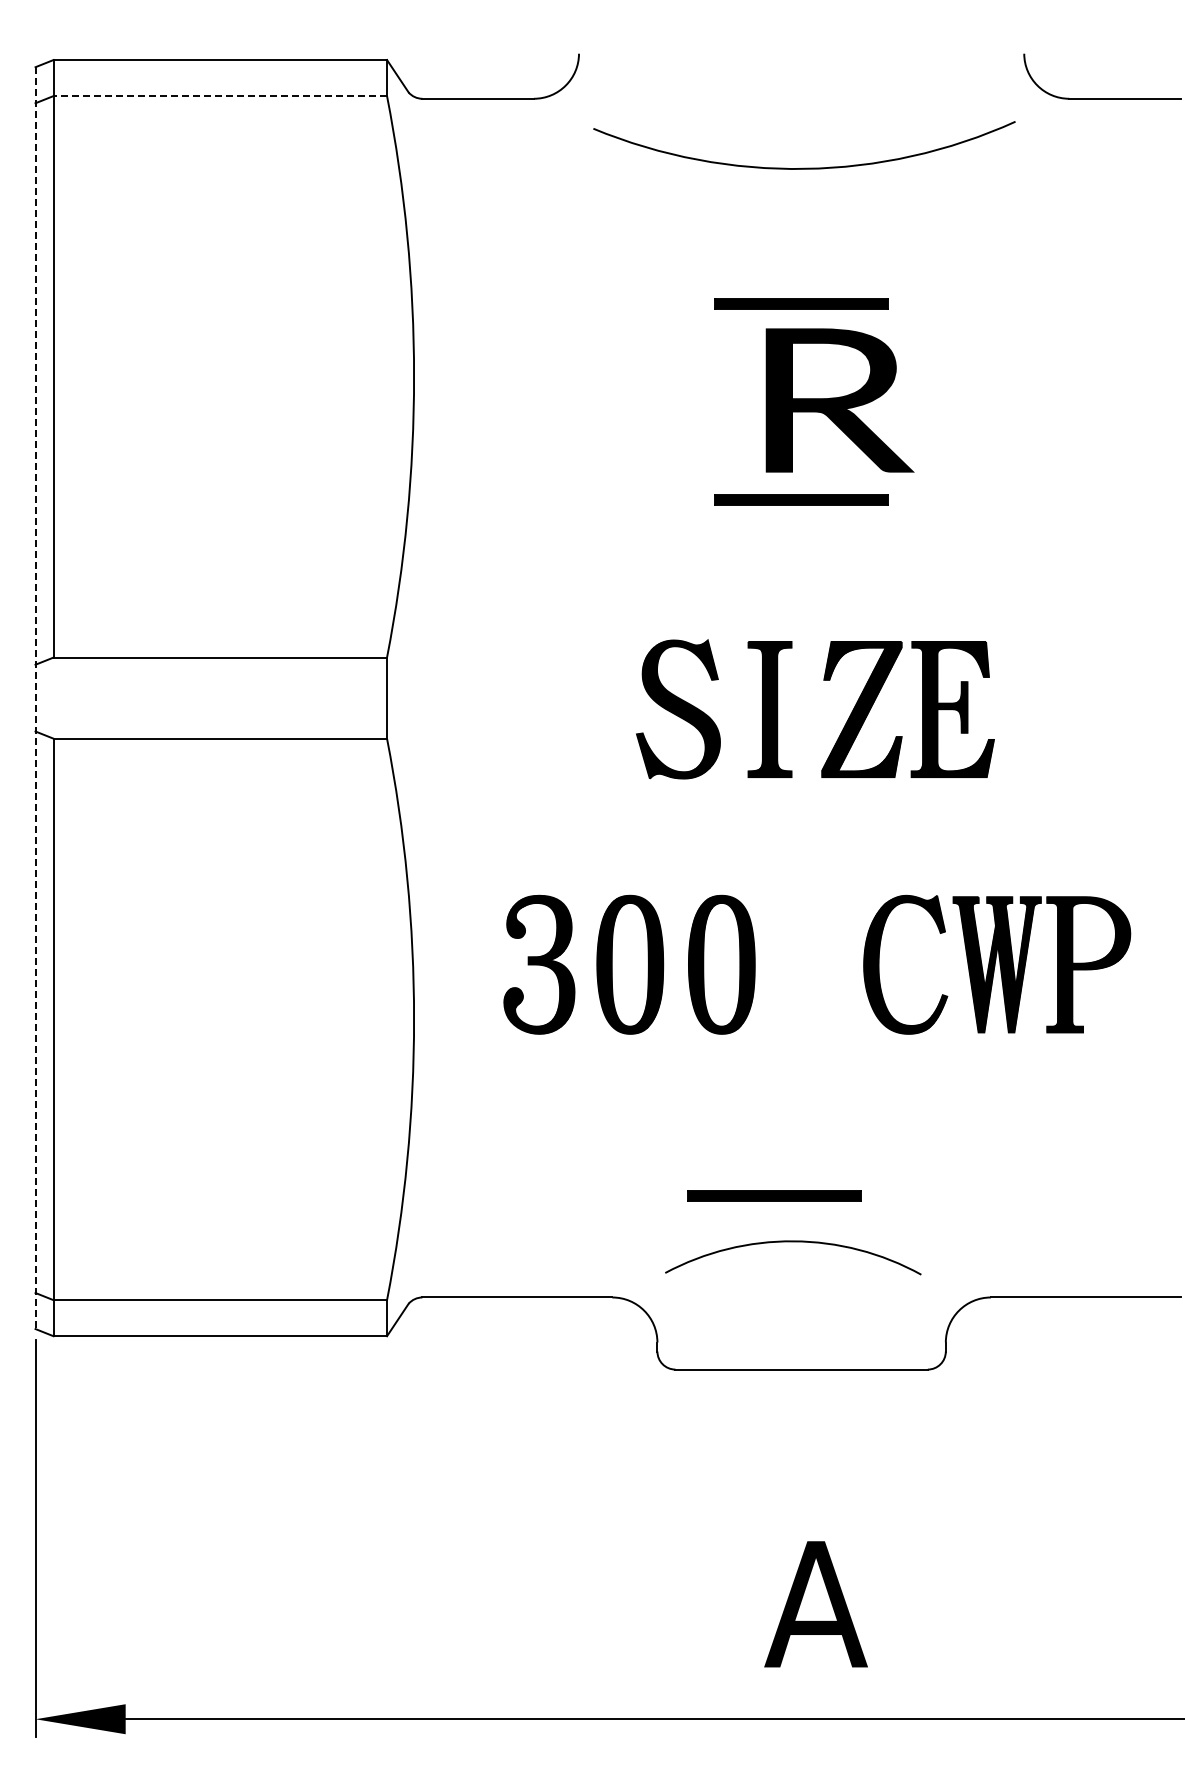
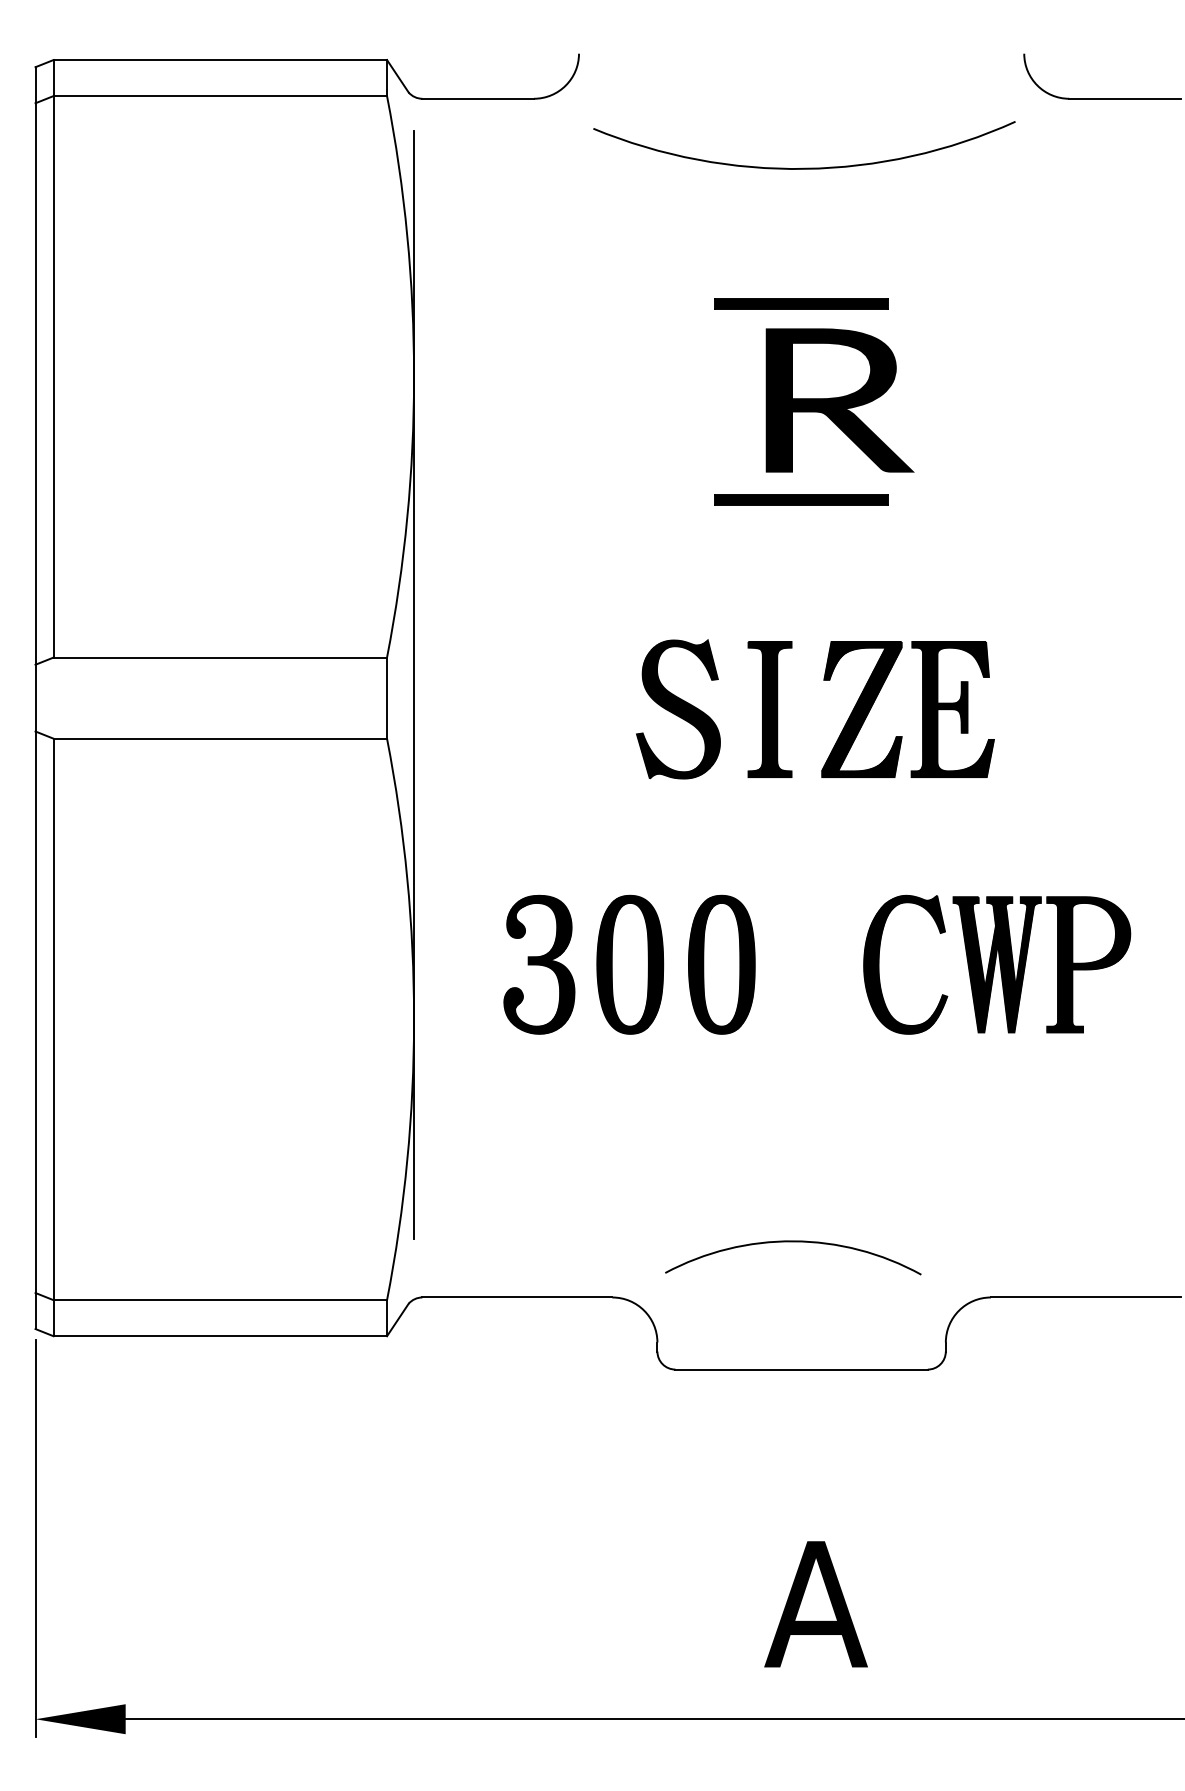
line at (220, 96): dashed -> solid
line at (414, 684): none -> present
line at (35, 698): dashed -> solid
part at (774, 1195): present -> none
